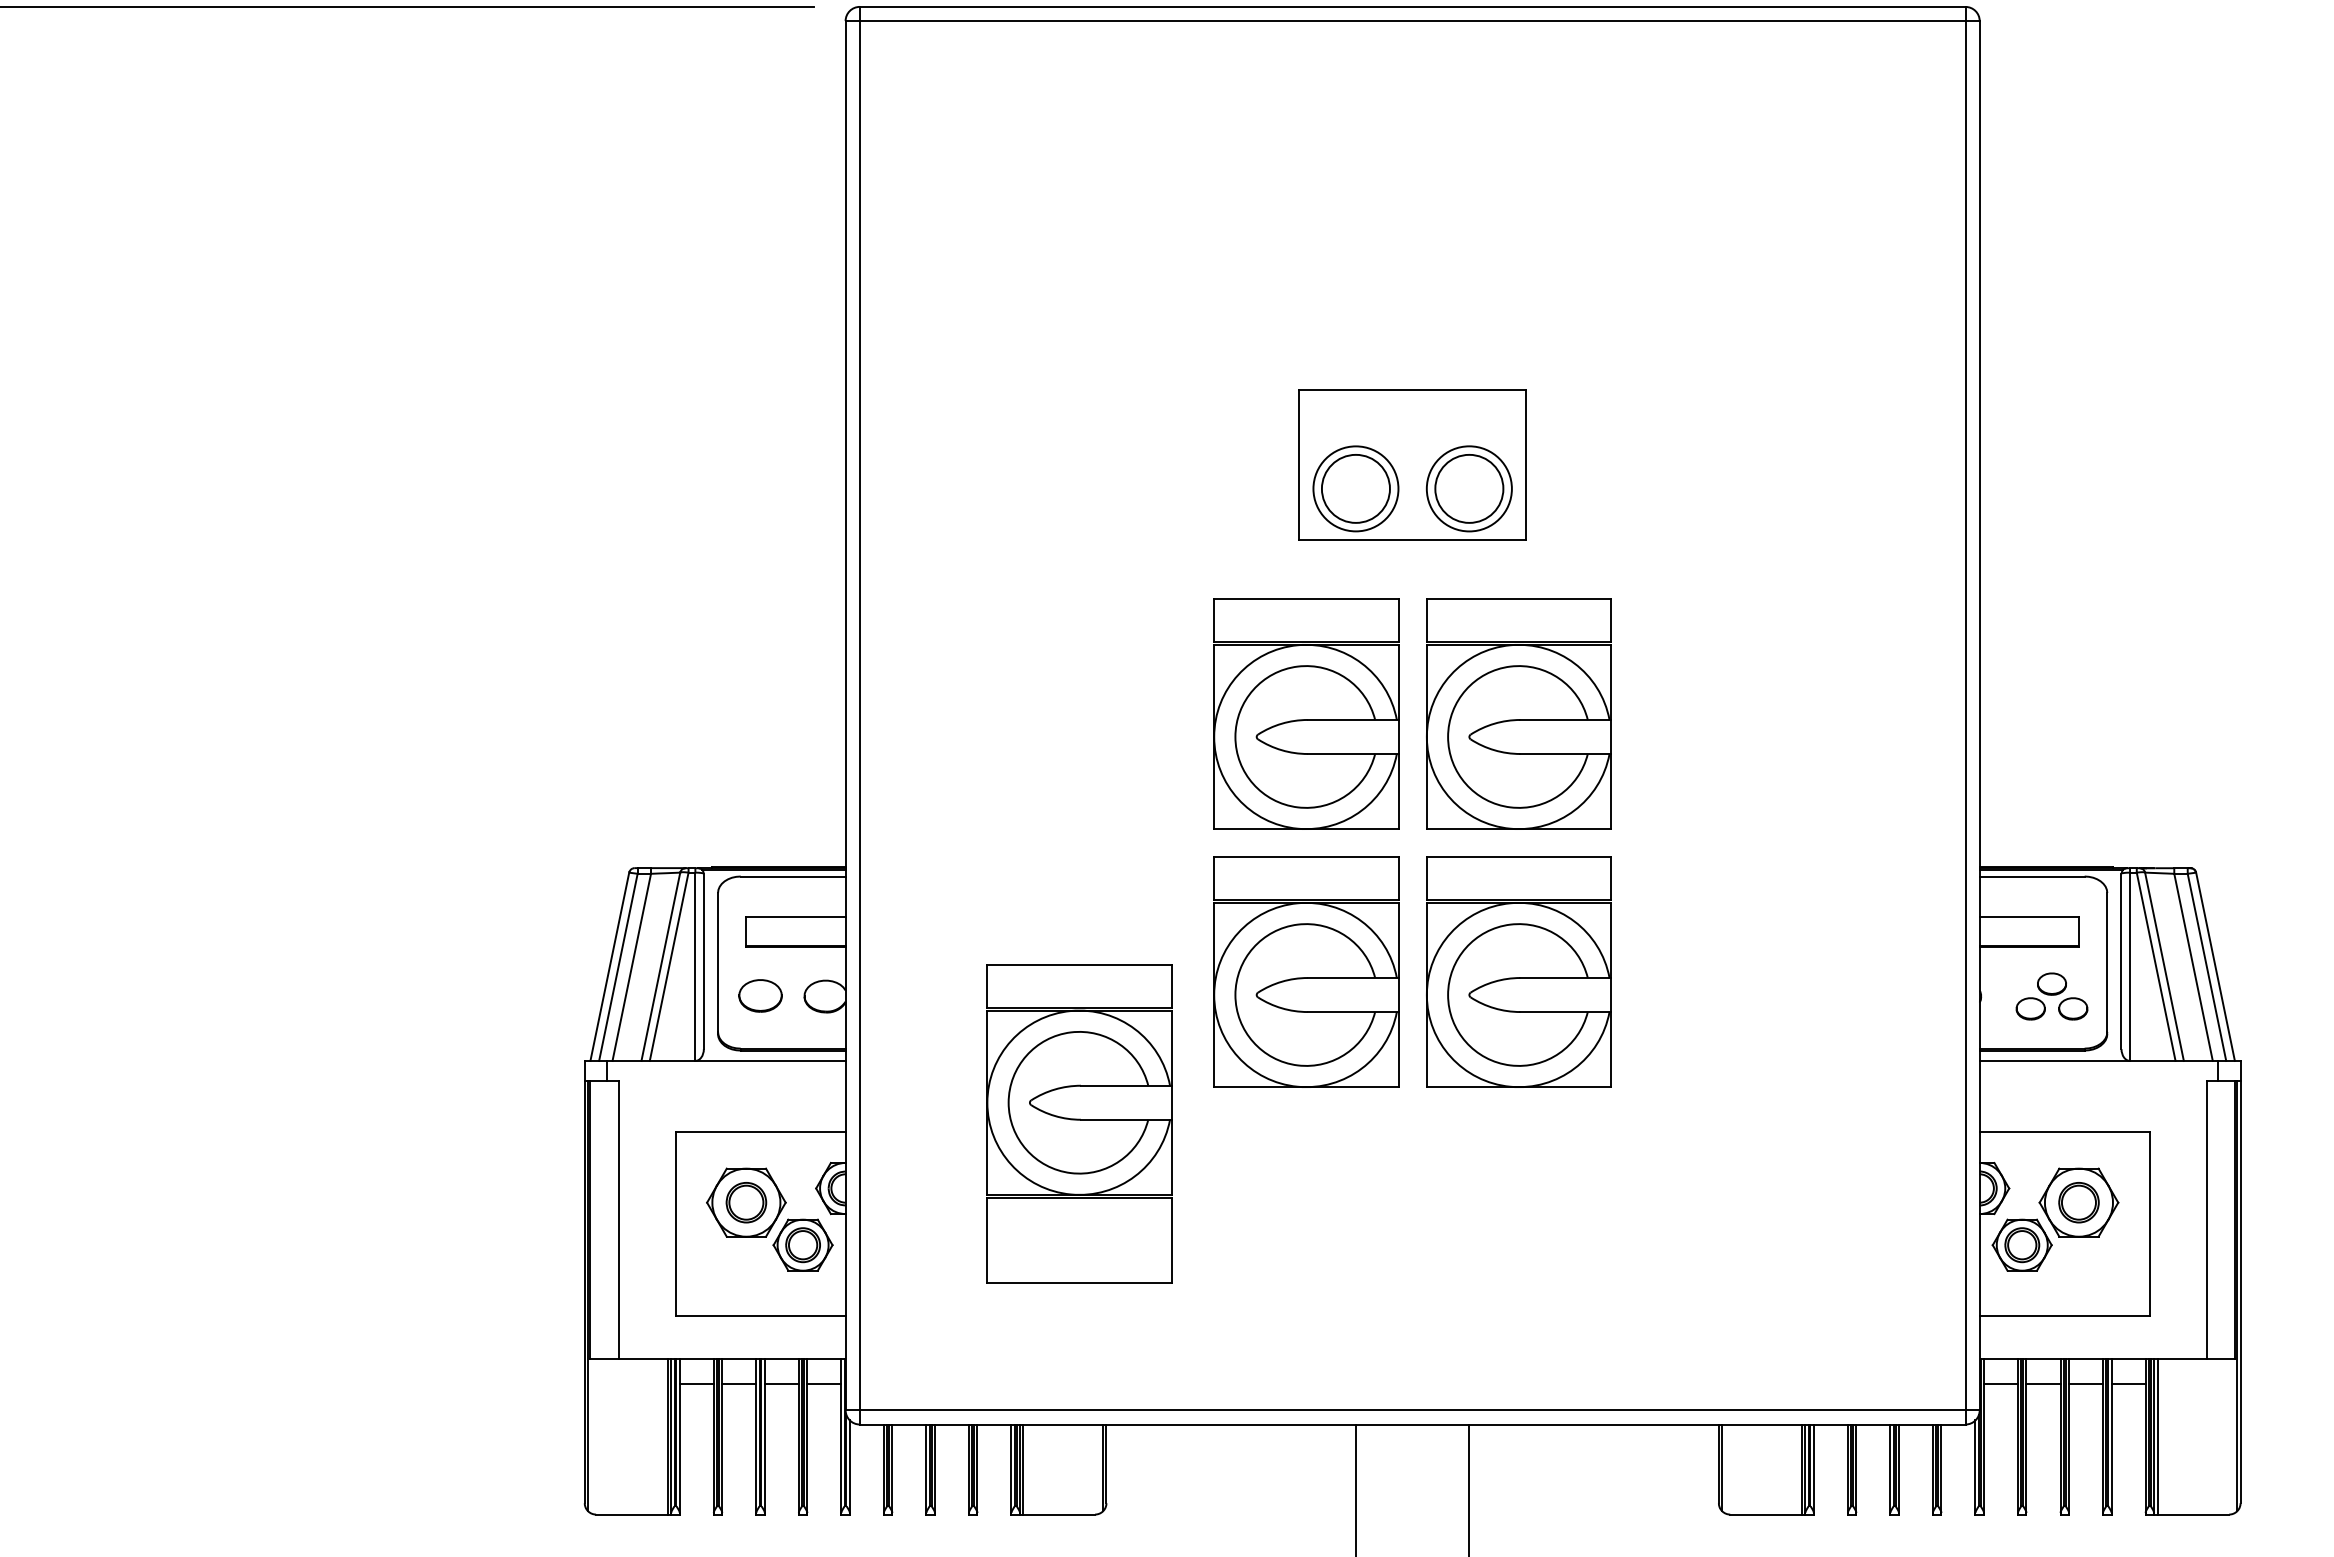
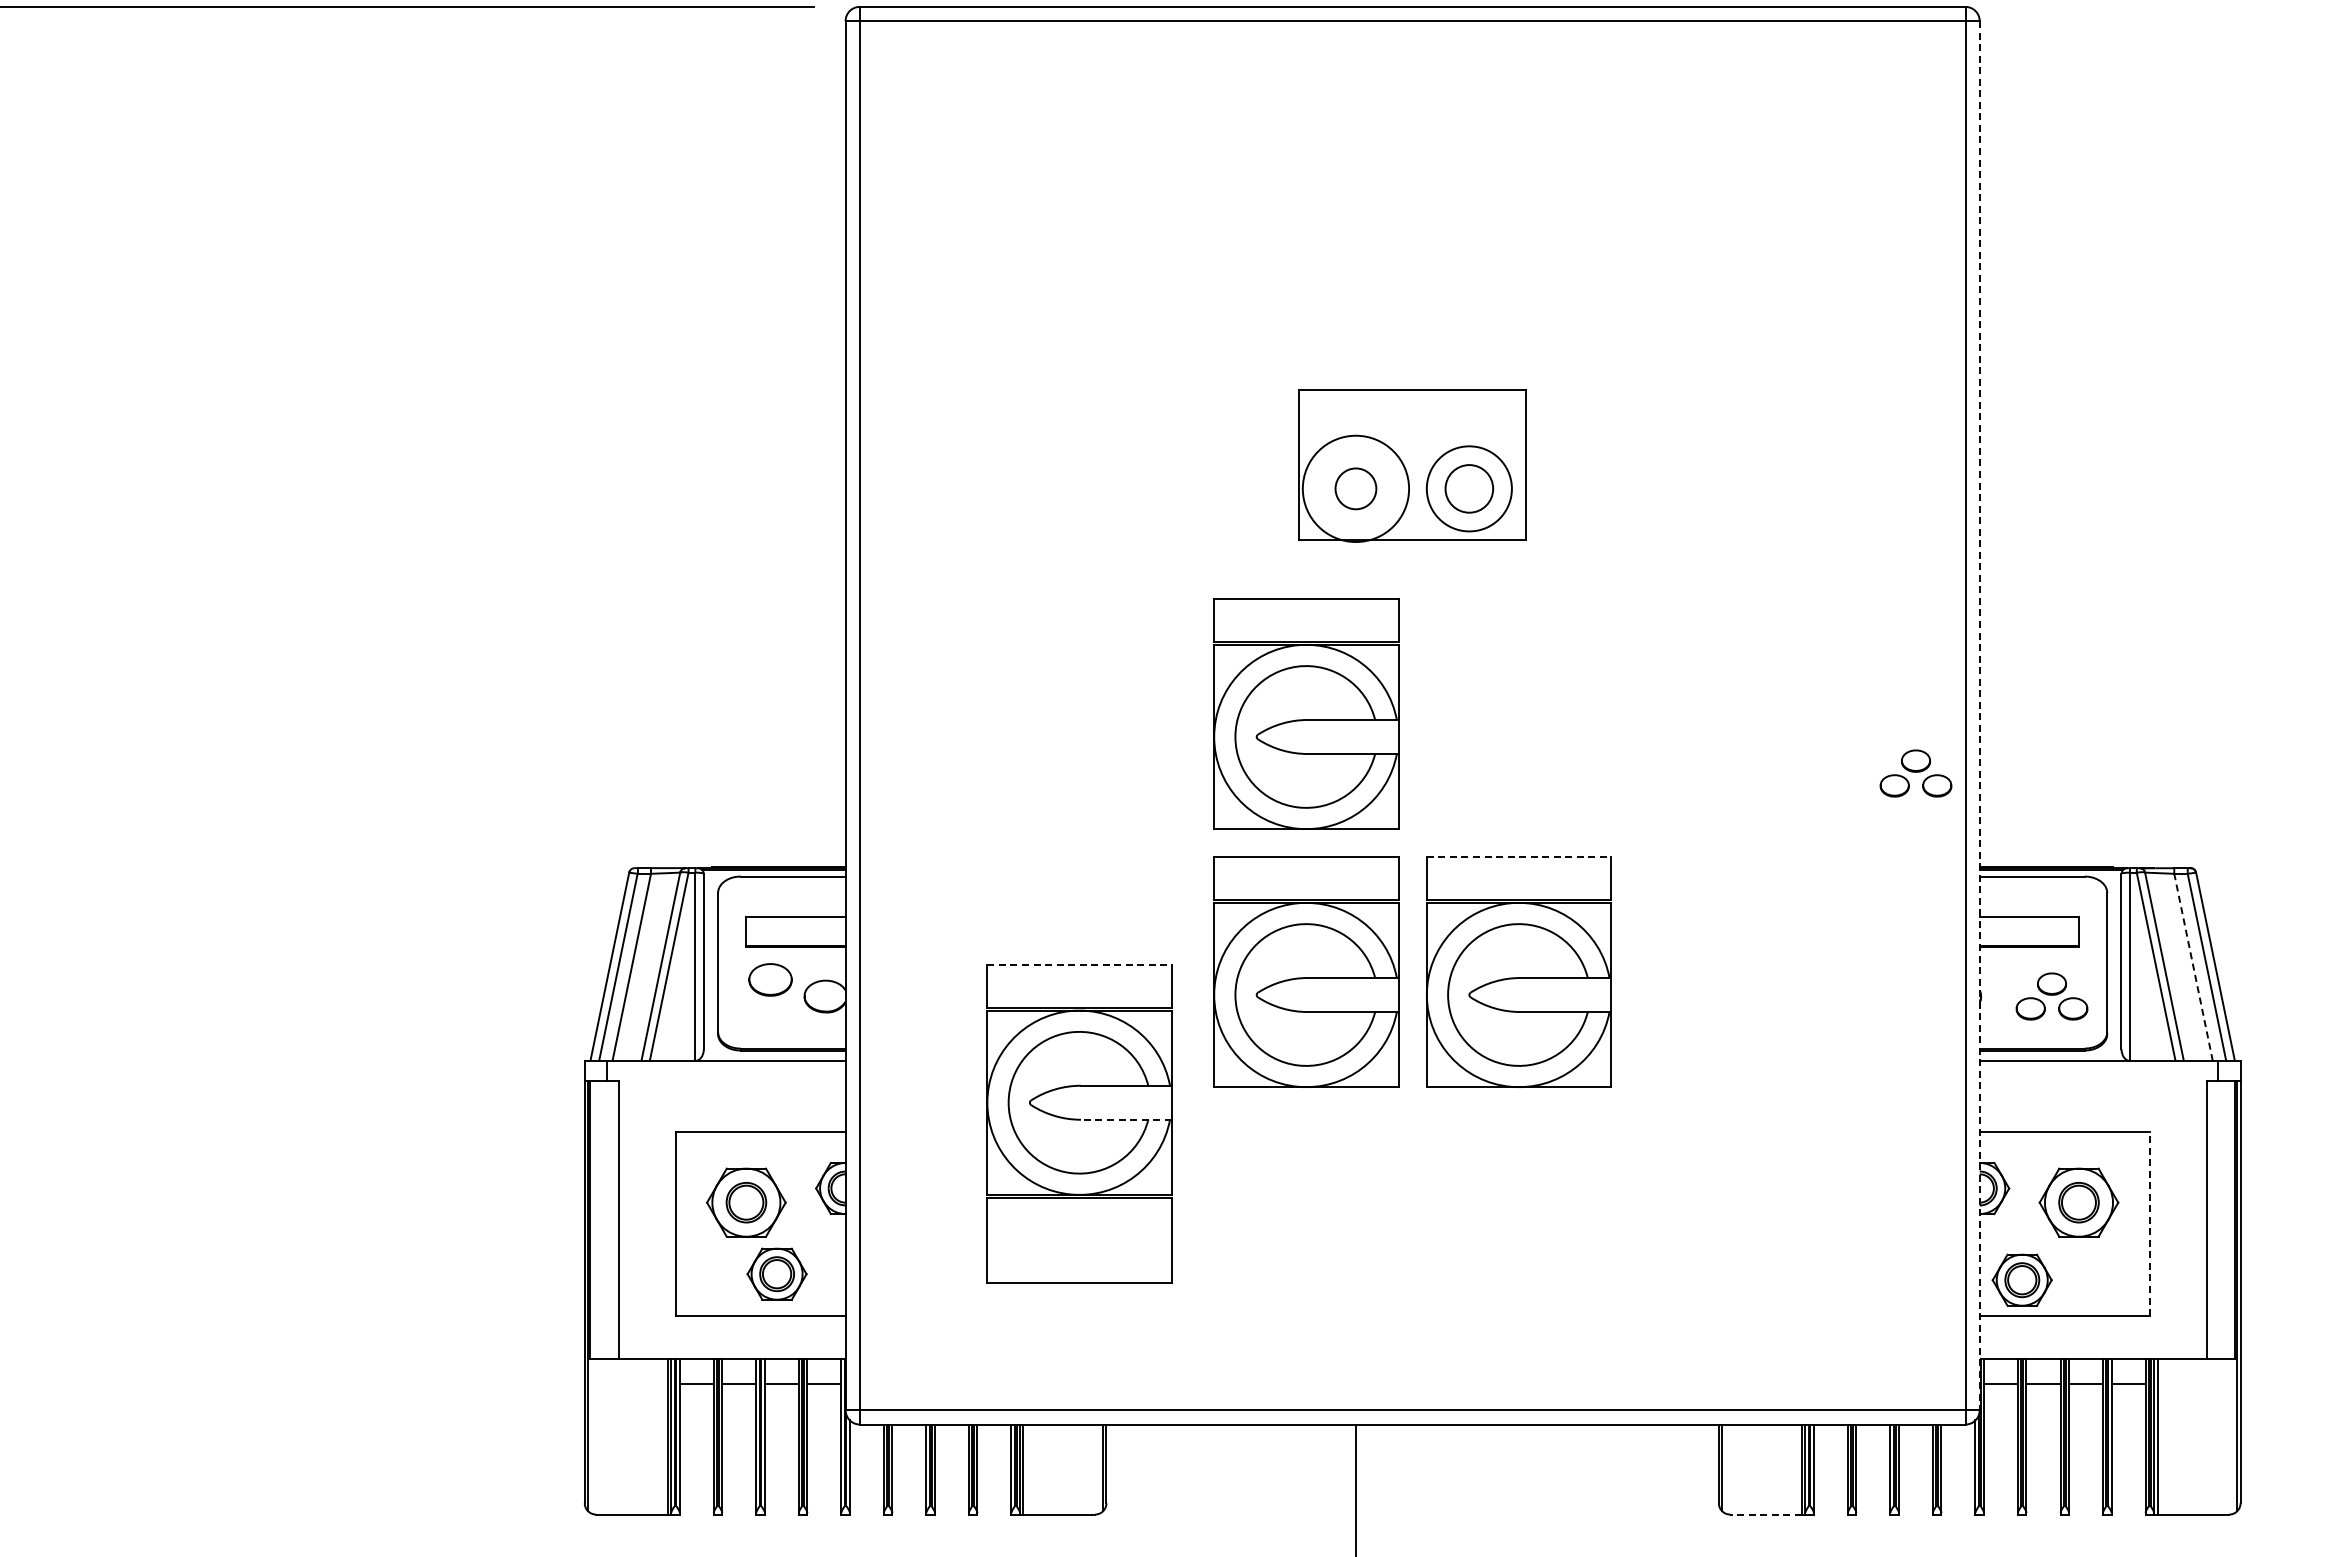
circle at (1355, 488) diameter: 68 px -> 41 px
circle at (1355, 488) diameter: 85 px -> 106 px
circle at (1469, 488) diameter: 68 px -> 48 px
part at (1518, 713): present -> none
line at (1979, 715): solid -> dashed
part at (1915, 773): none -> present
line at (1519, 857): solid -> dashed
line at (1080, 965): solid -> dashed
line at (2193, 967): solid -> dashed
part at (760, 995) position: (760, 995) -> (770, 979)
line at (1125, 1119): solid -> dashed
line at (2149, 1223): solid -> dashed
part at (802, 1244) position: (802, 1244) -> (776, 1273)
part at (2021, 1244) position: (2021, 1244) -> (2021, 1279)
line at (1469, 1488): present -> none
line at (1766, 1514): solid -> dashed
